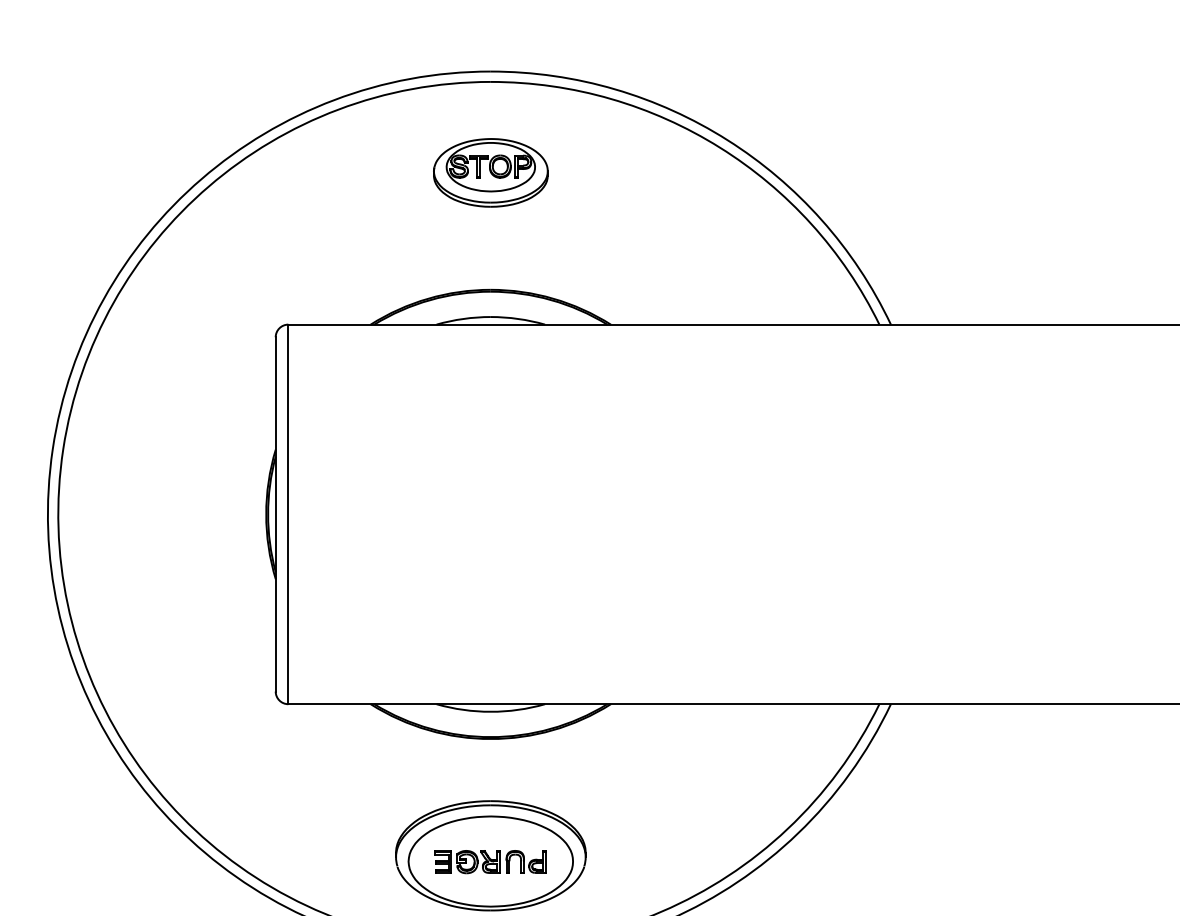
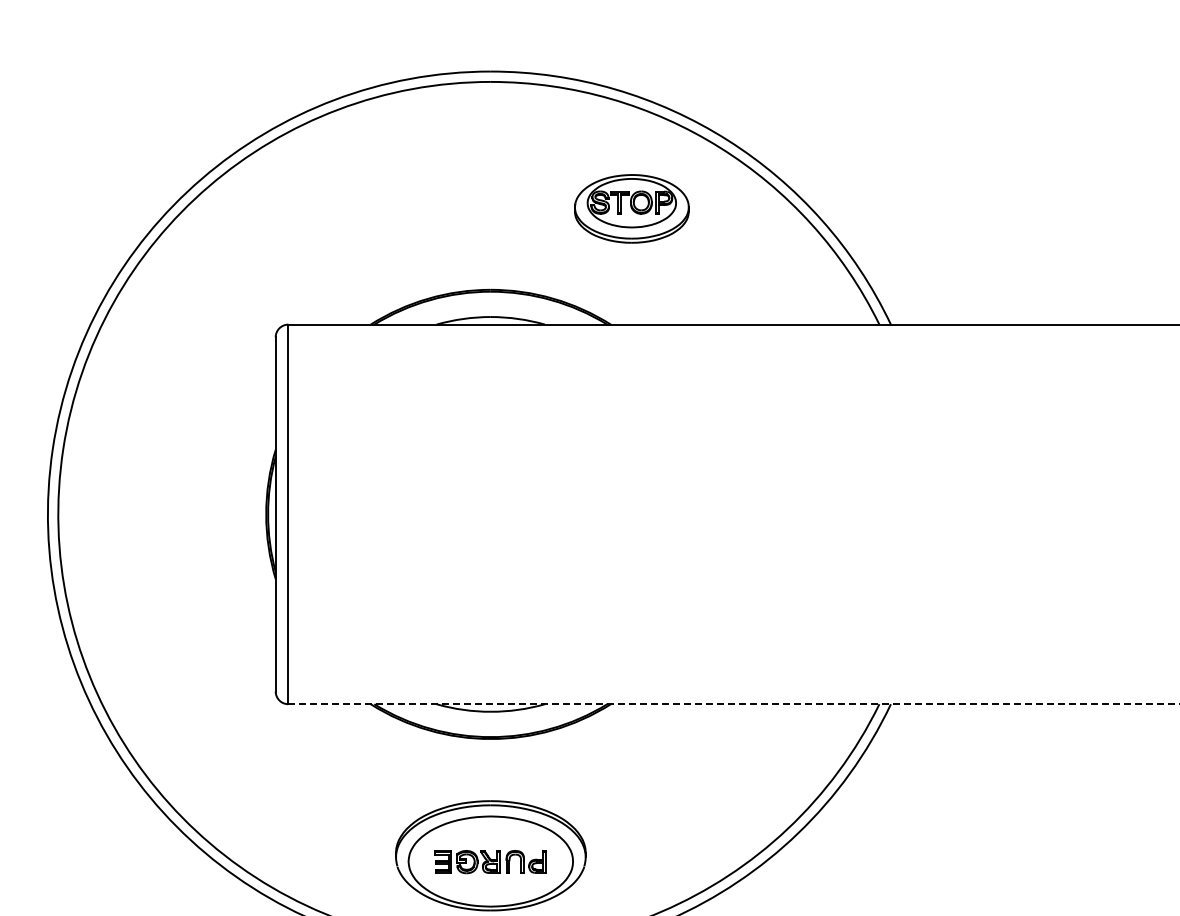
part at (490, 172) position: (490, 172) -> (631, 208)
line at (734, 704): solid -> dashed
